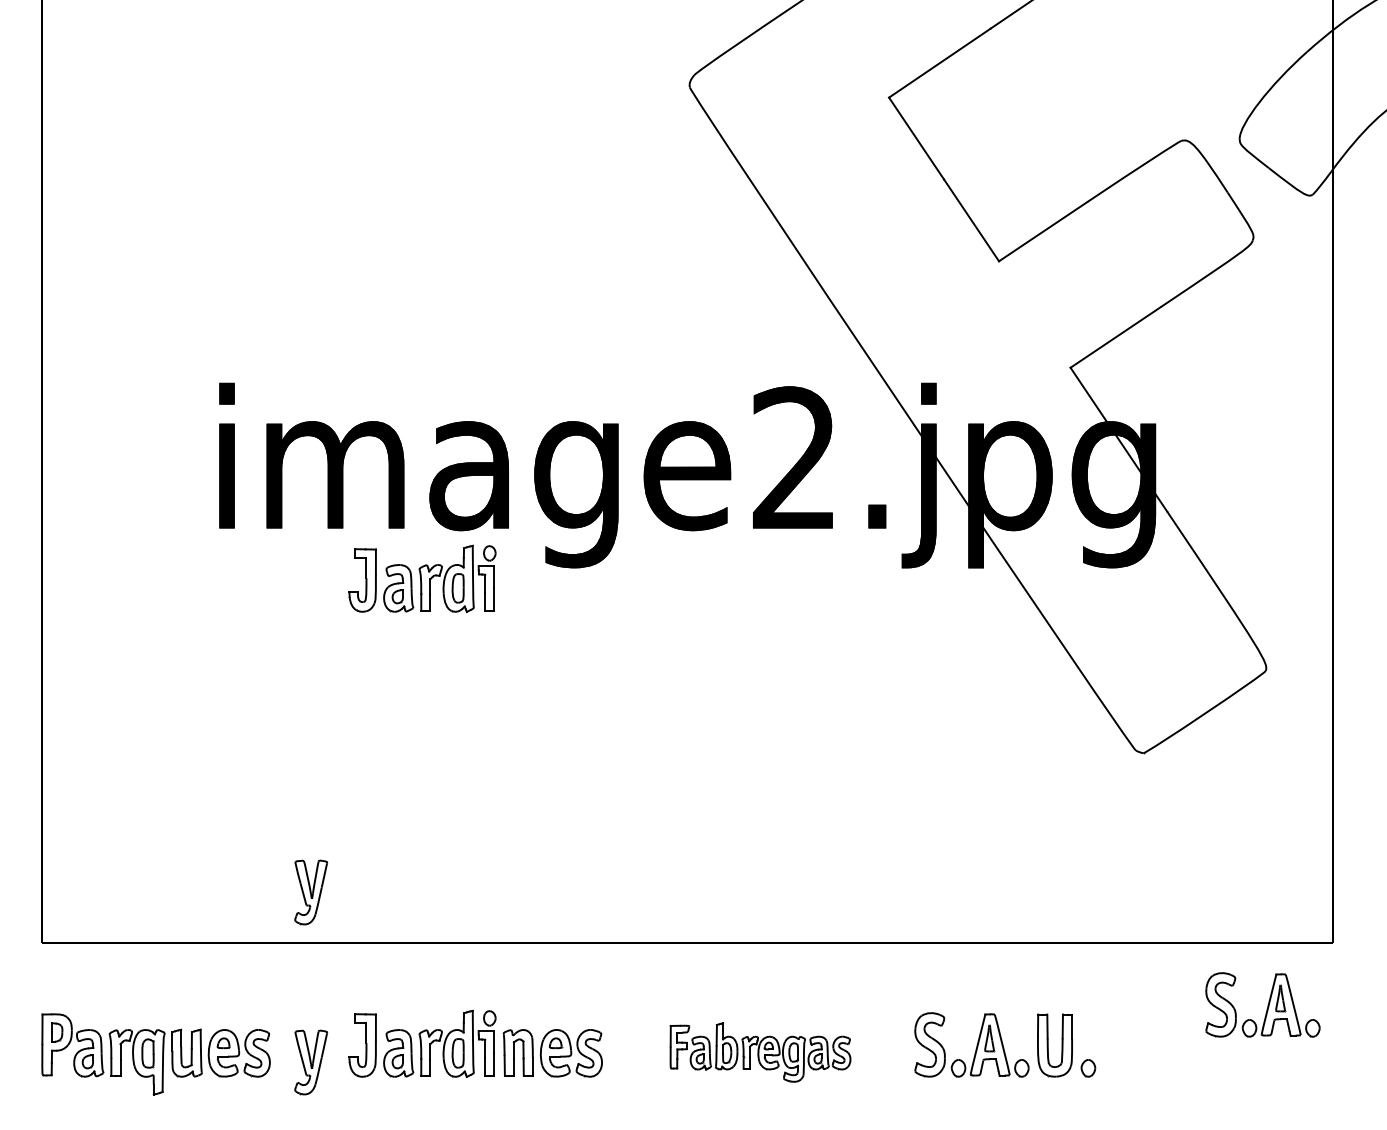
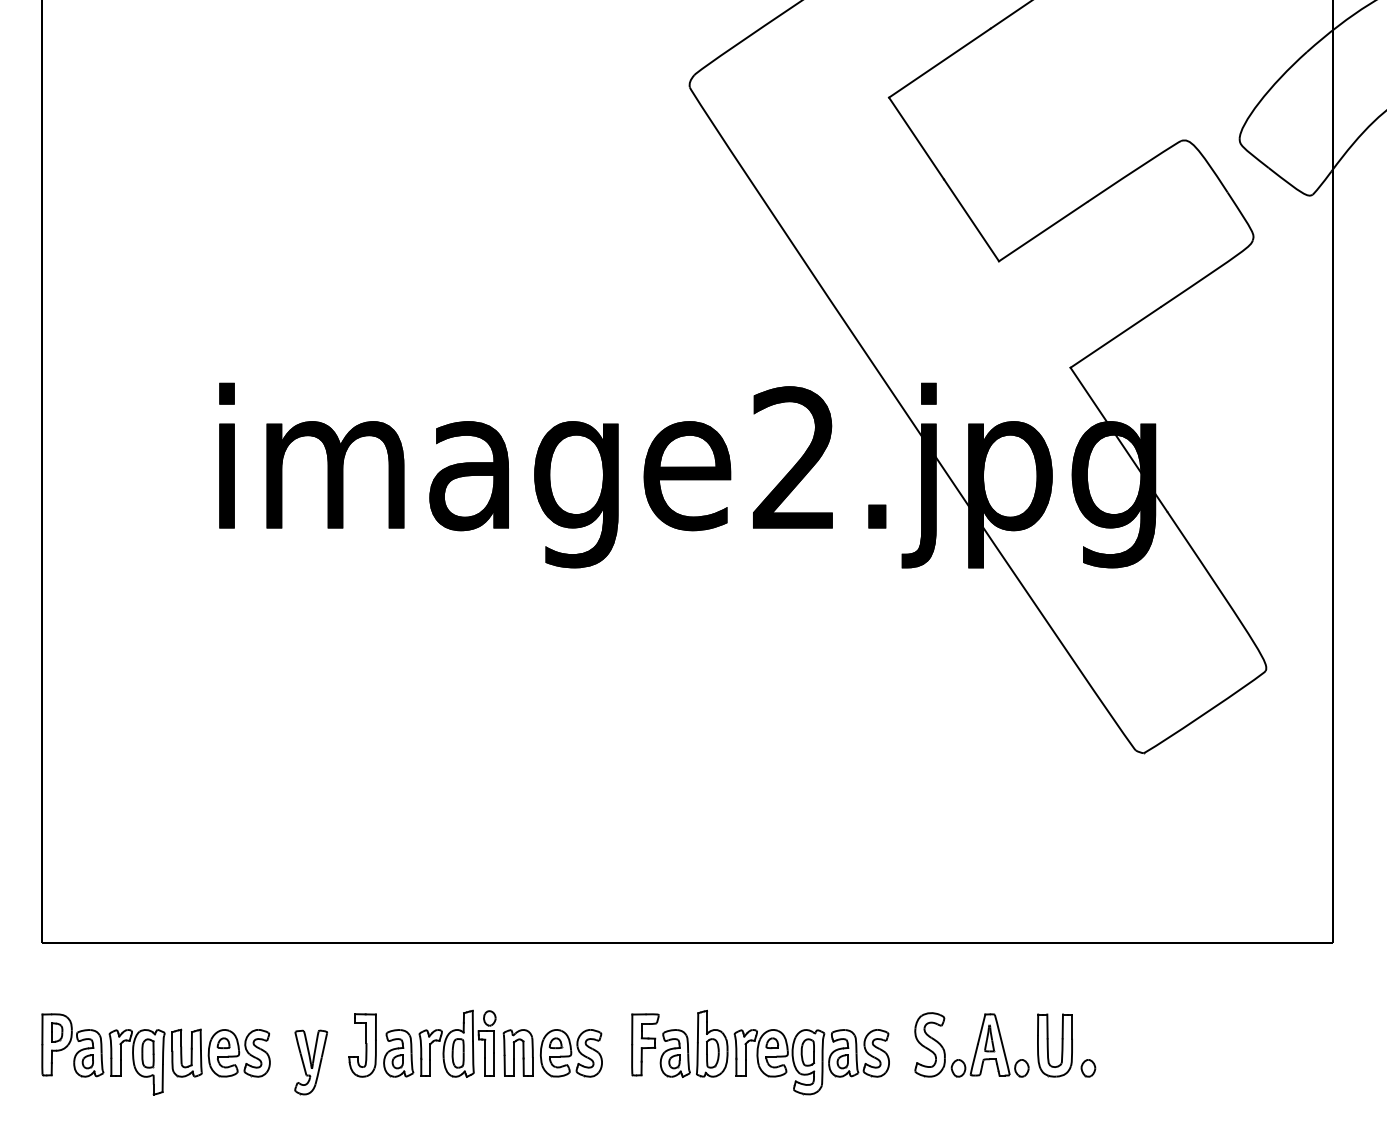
part at (422, 578): present -> none
part at (310, 892): present -> none
part at (1262, 1004): present -> none
part at (760, 1052) size: 183x61 px -> 259x87 px
